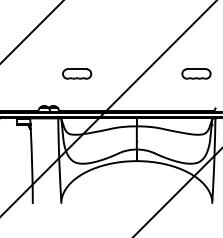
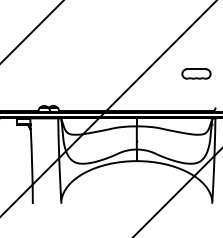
part at (77, 73): present -> none
